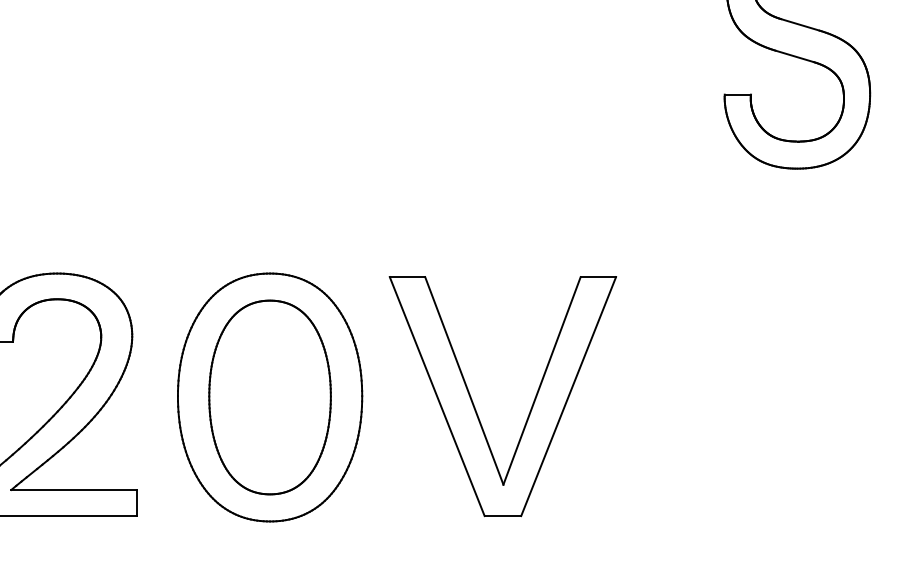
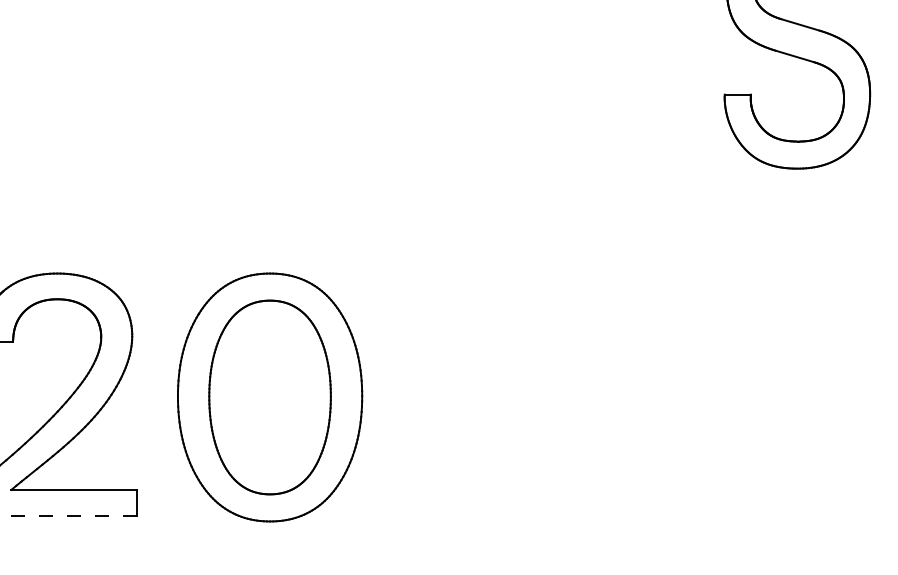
part at (476, 409): present -> none
line at (68, 516): solid -> dashed
